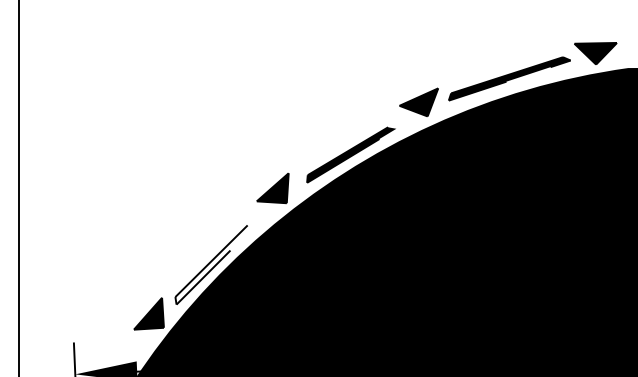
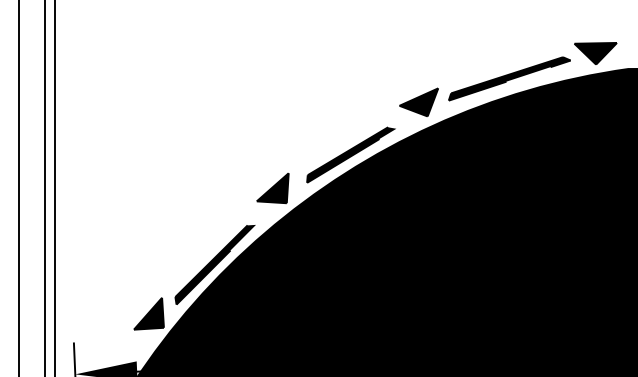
line at (45, 187): none -> present
line at (54, 187): none -> present
fill at (215, 264): none -> present
